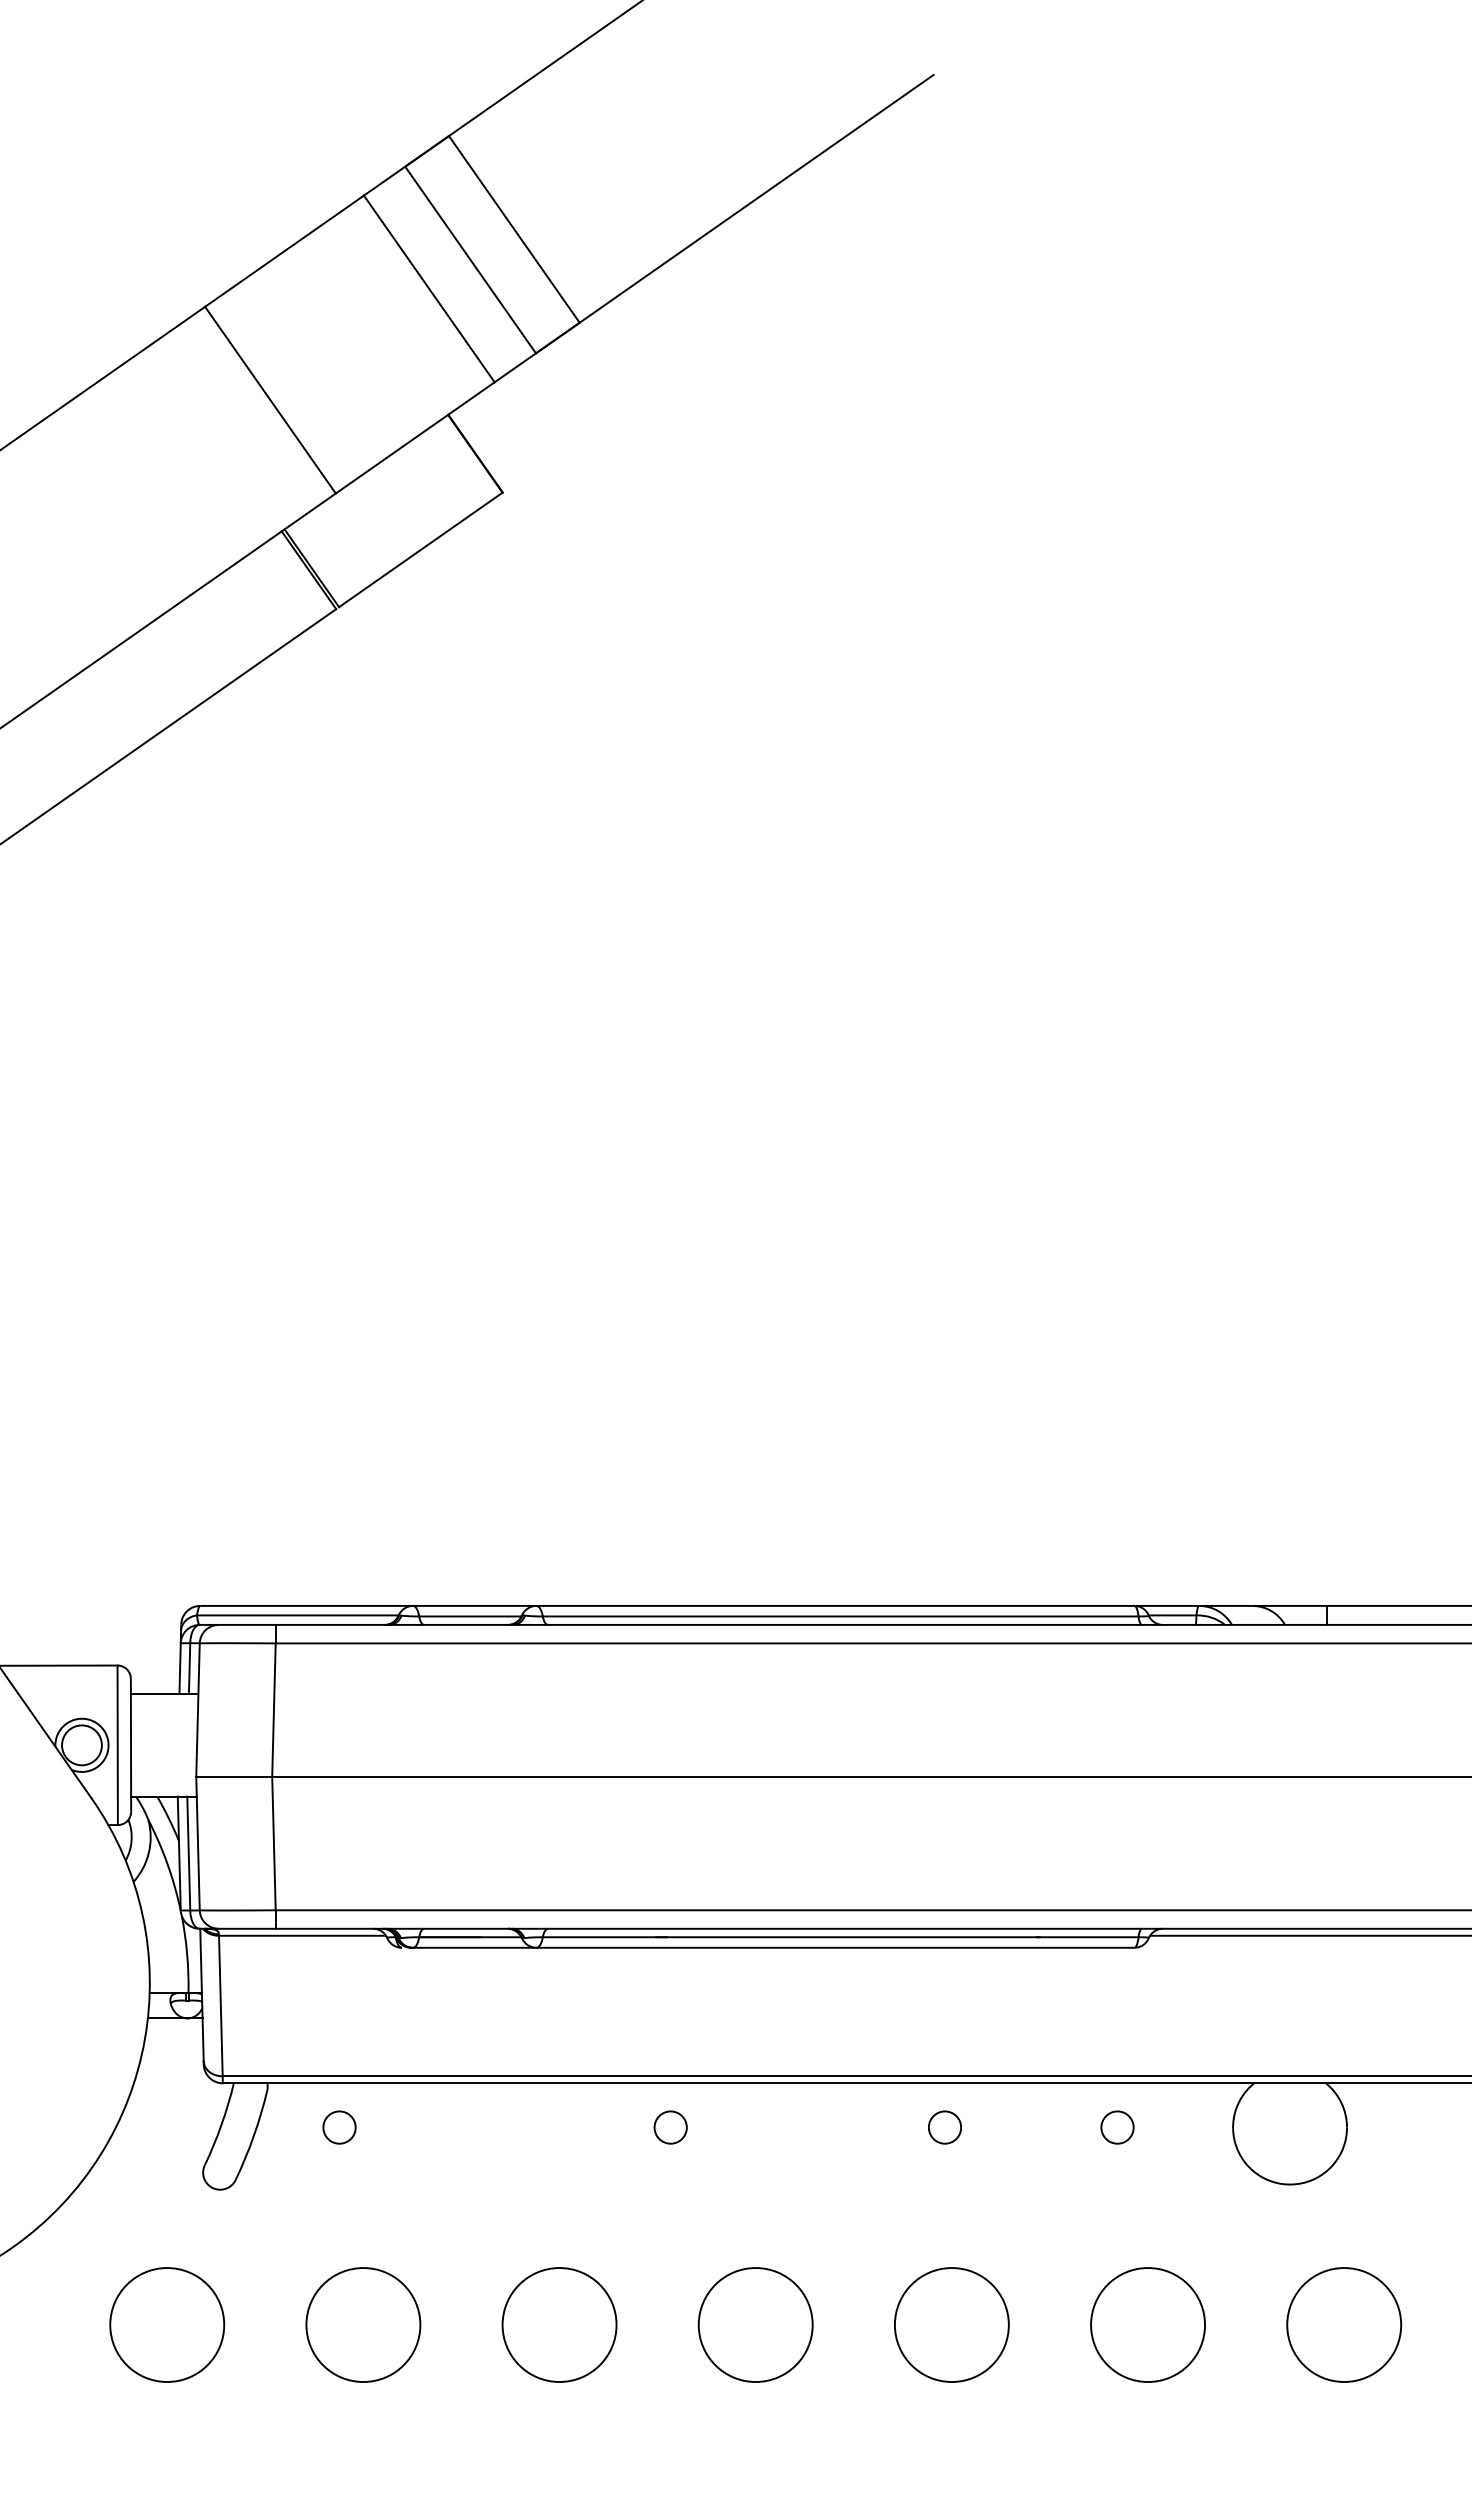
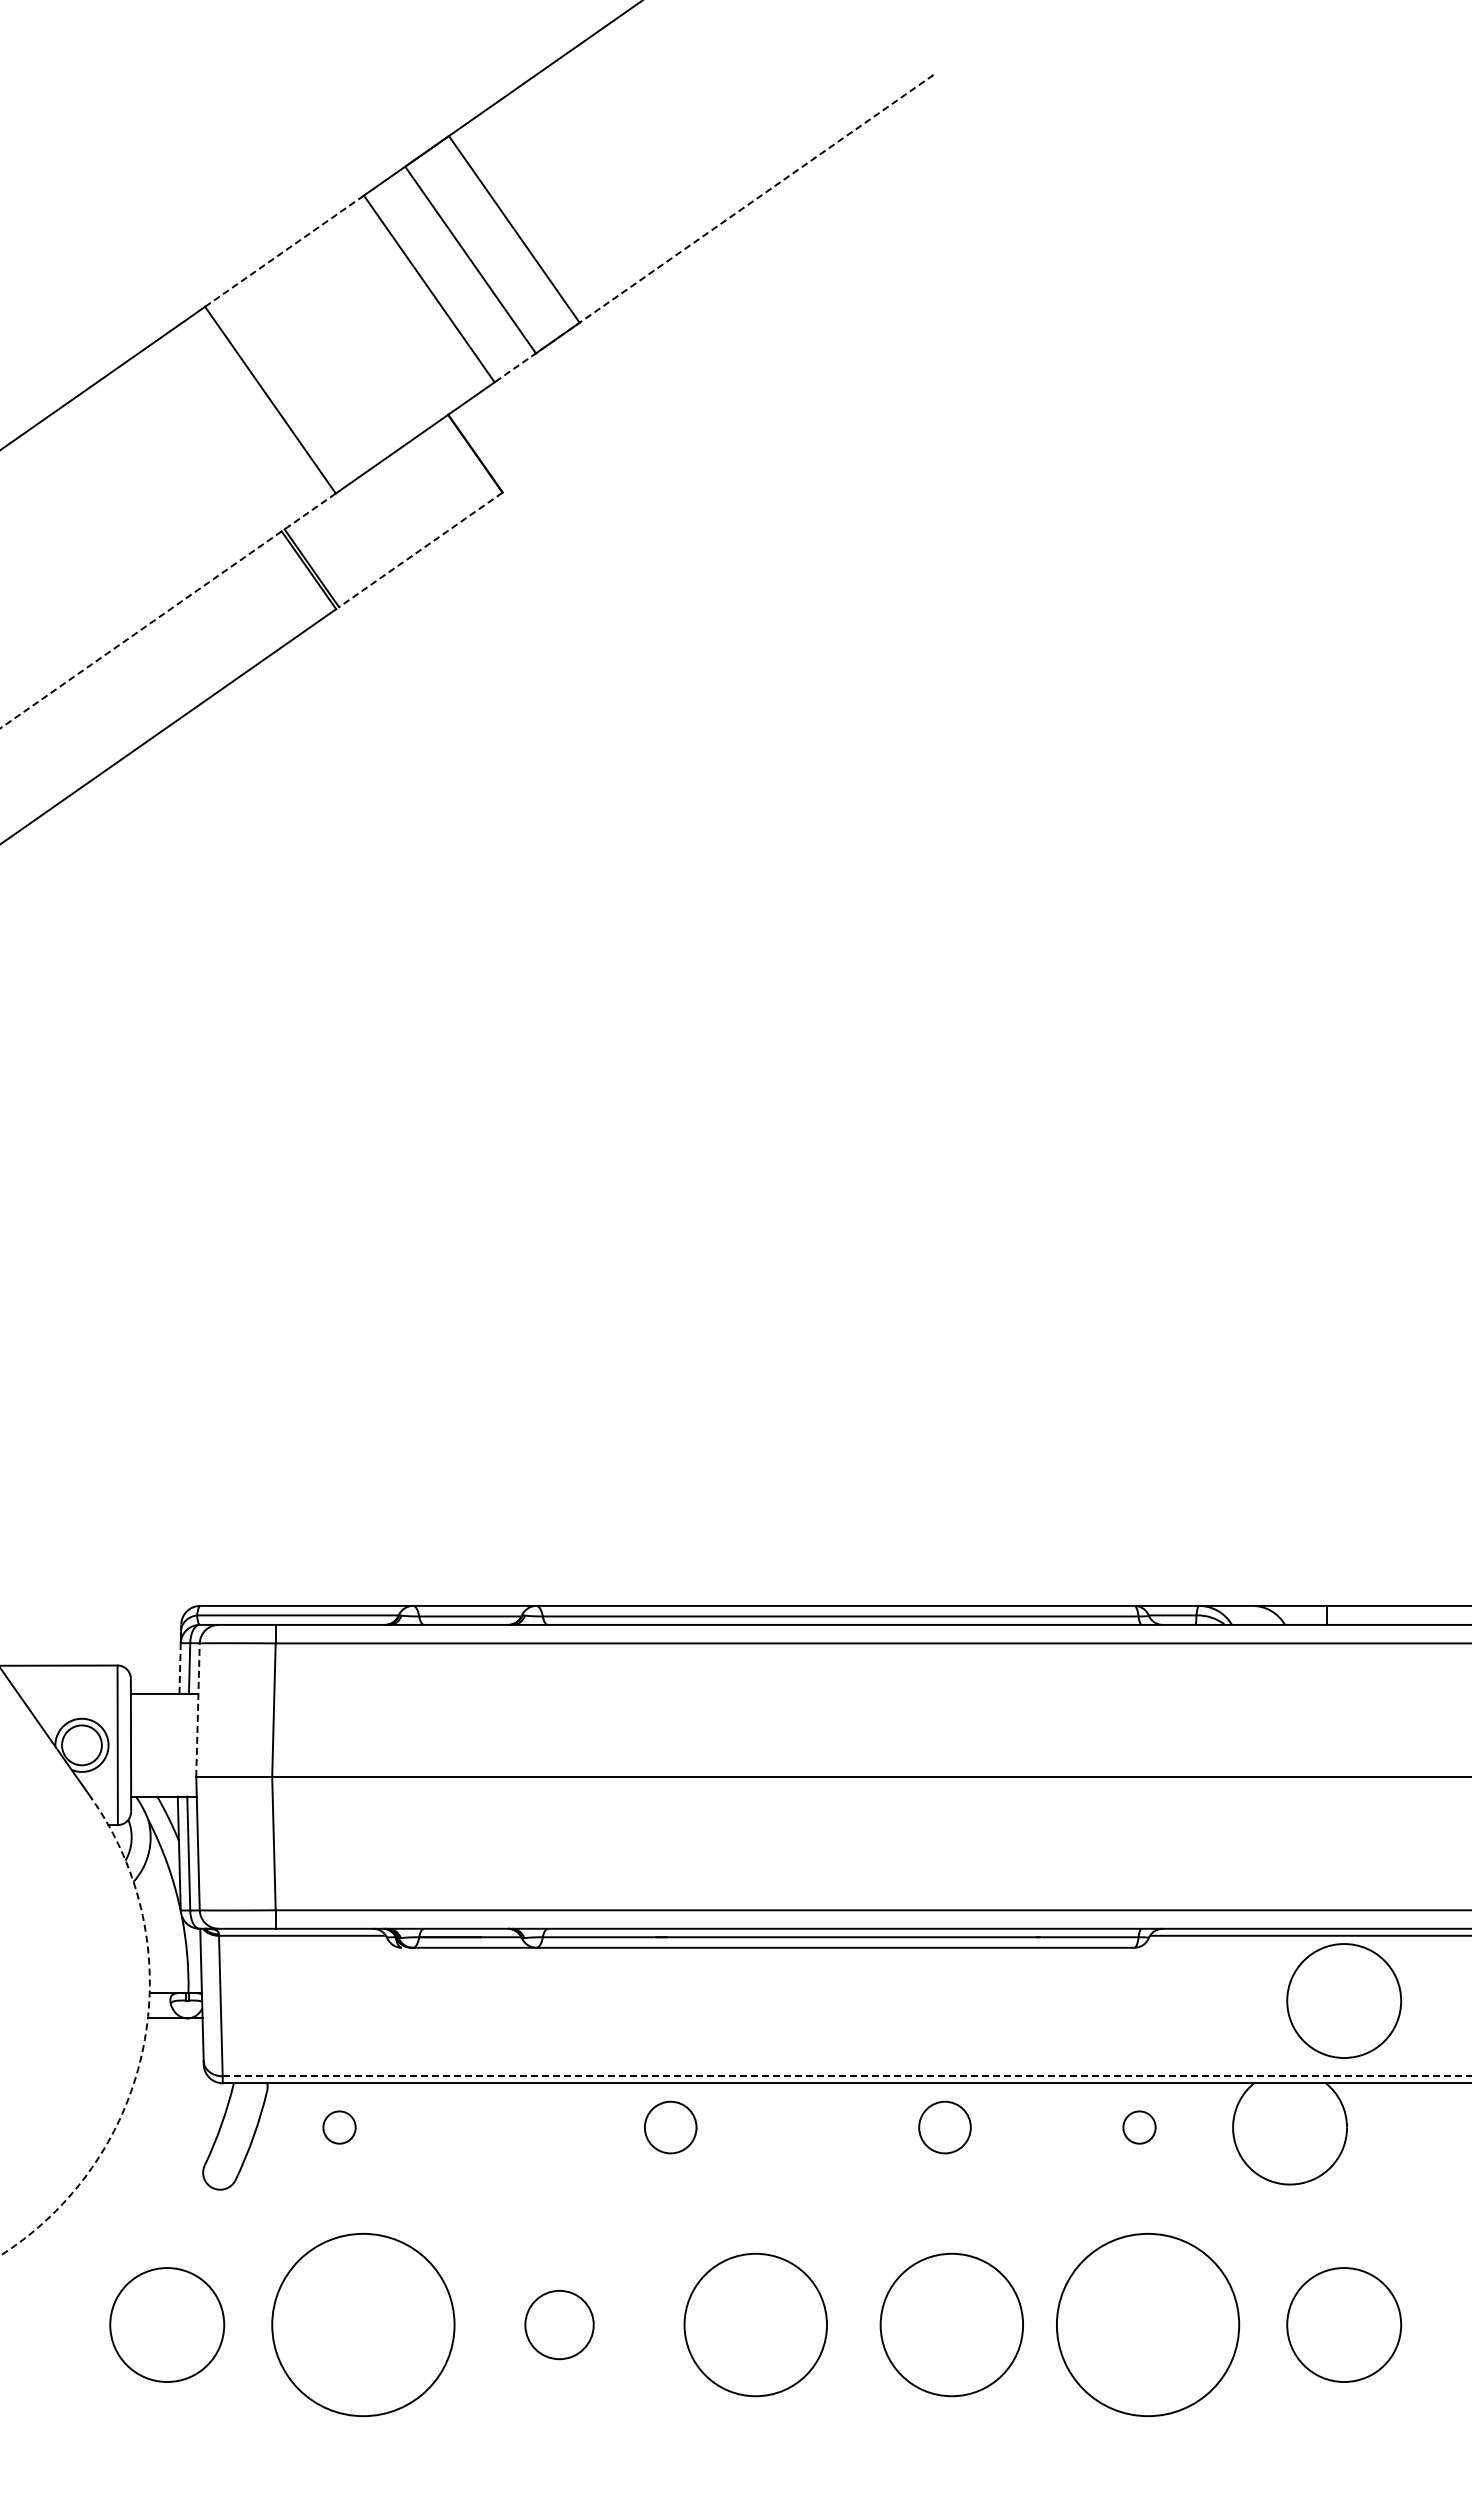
line at (714, 228): solid -> dashed
line at (284, 251): solid -> dashed
line at (420, 549): solid -> dashed
line at (167, 611): solid -> dashed
line at (180, 1668): solid -> dashed
line at (198, 1710): solid -> dashed
circle at (1344, 2000): none -> present
arc at (143, 2046): solid -> dashed
line at (847, 2076): solid -> dashed
circle at (670, 2127) diameter: 32 px -> 52 px
circle at (944, 2127) diameter: 32 px -> 52 px
circle at (1117, 2127) position: (1117, 2127) -> (1139, 2127)
circle at (363, 2324) diameter: 114 px -> 182 px
circle at (559, 2324) diameter: 114 px -> 68 px
circle at (755, 2324) size: 117x116 px -> 145x146 px
circle at (951, 2324) diameter: 114 px -> 142 px
circle at (1148, 2324) diameter: 114 px -> 182 px
